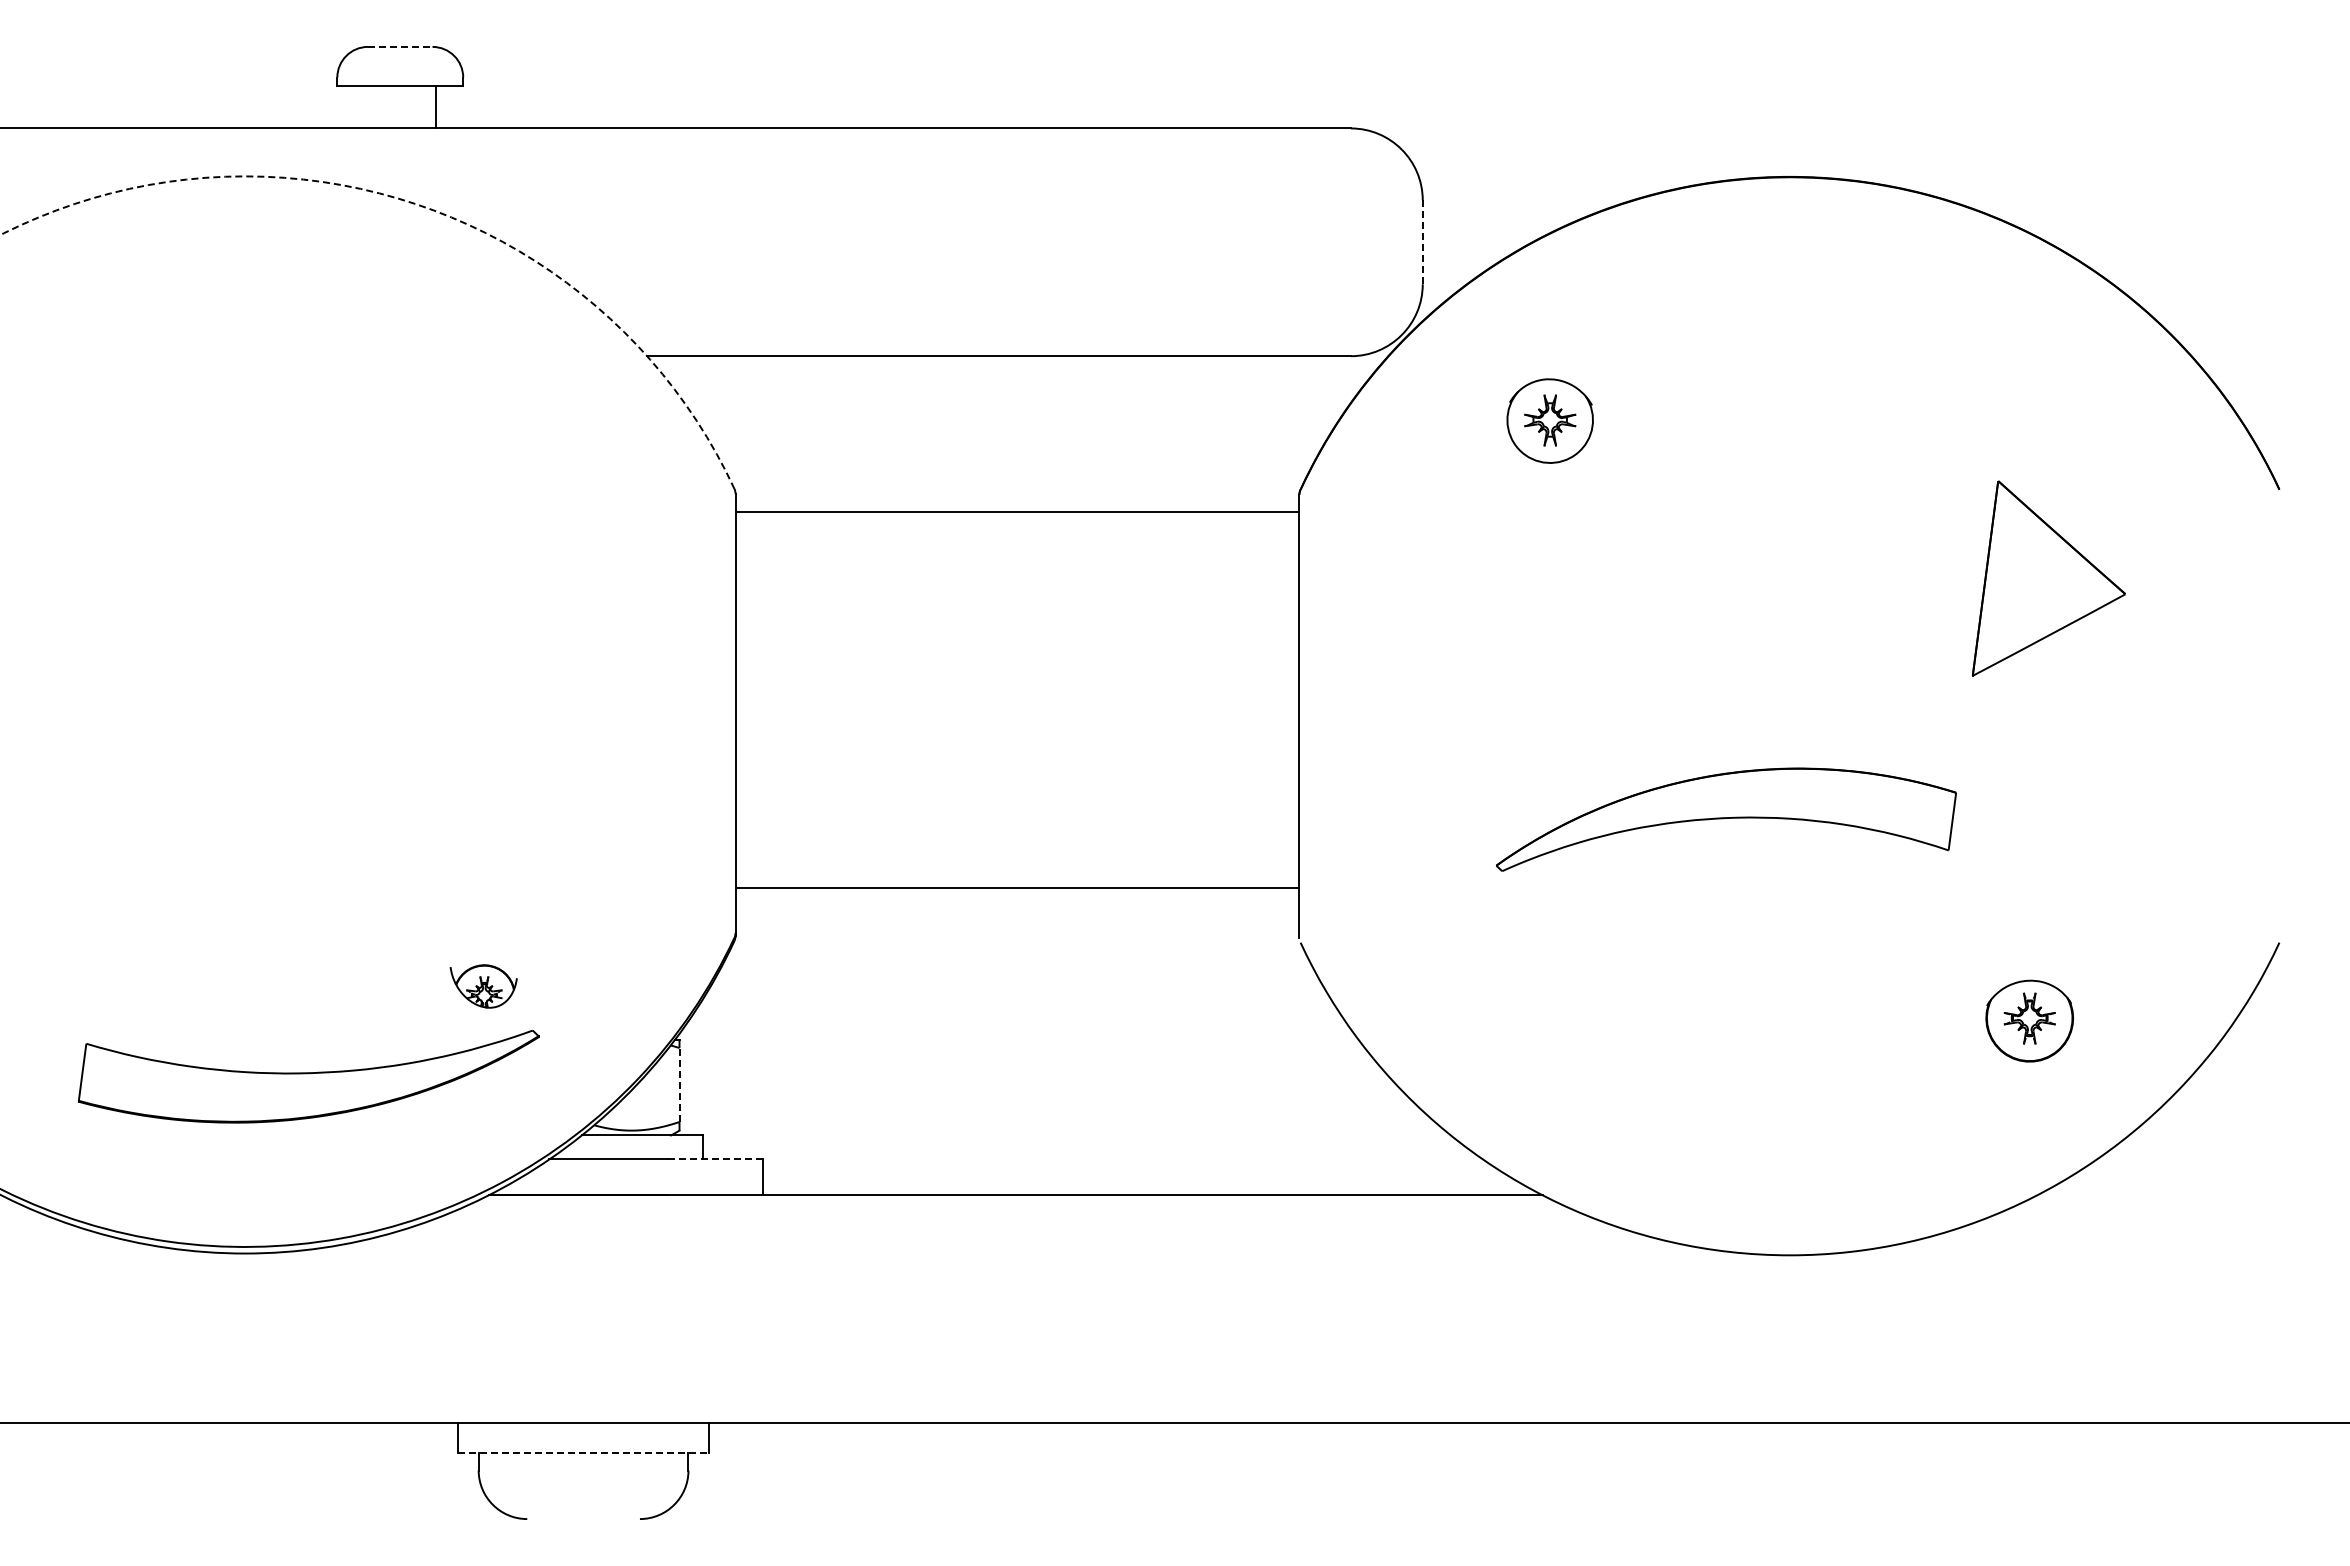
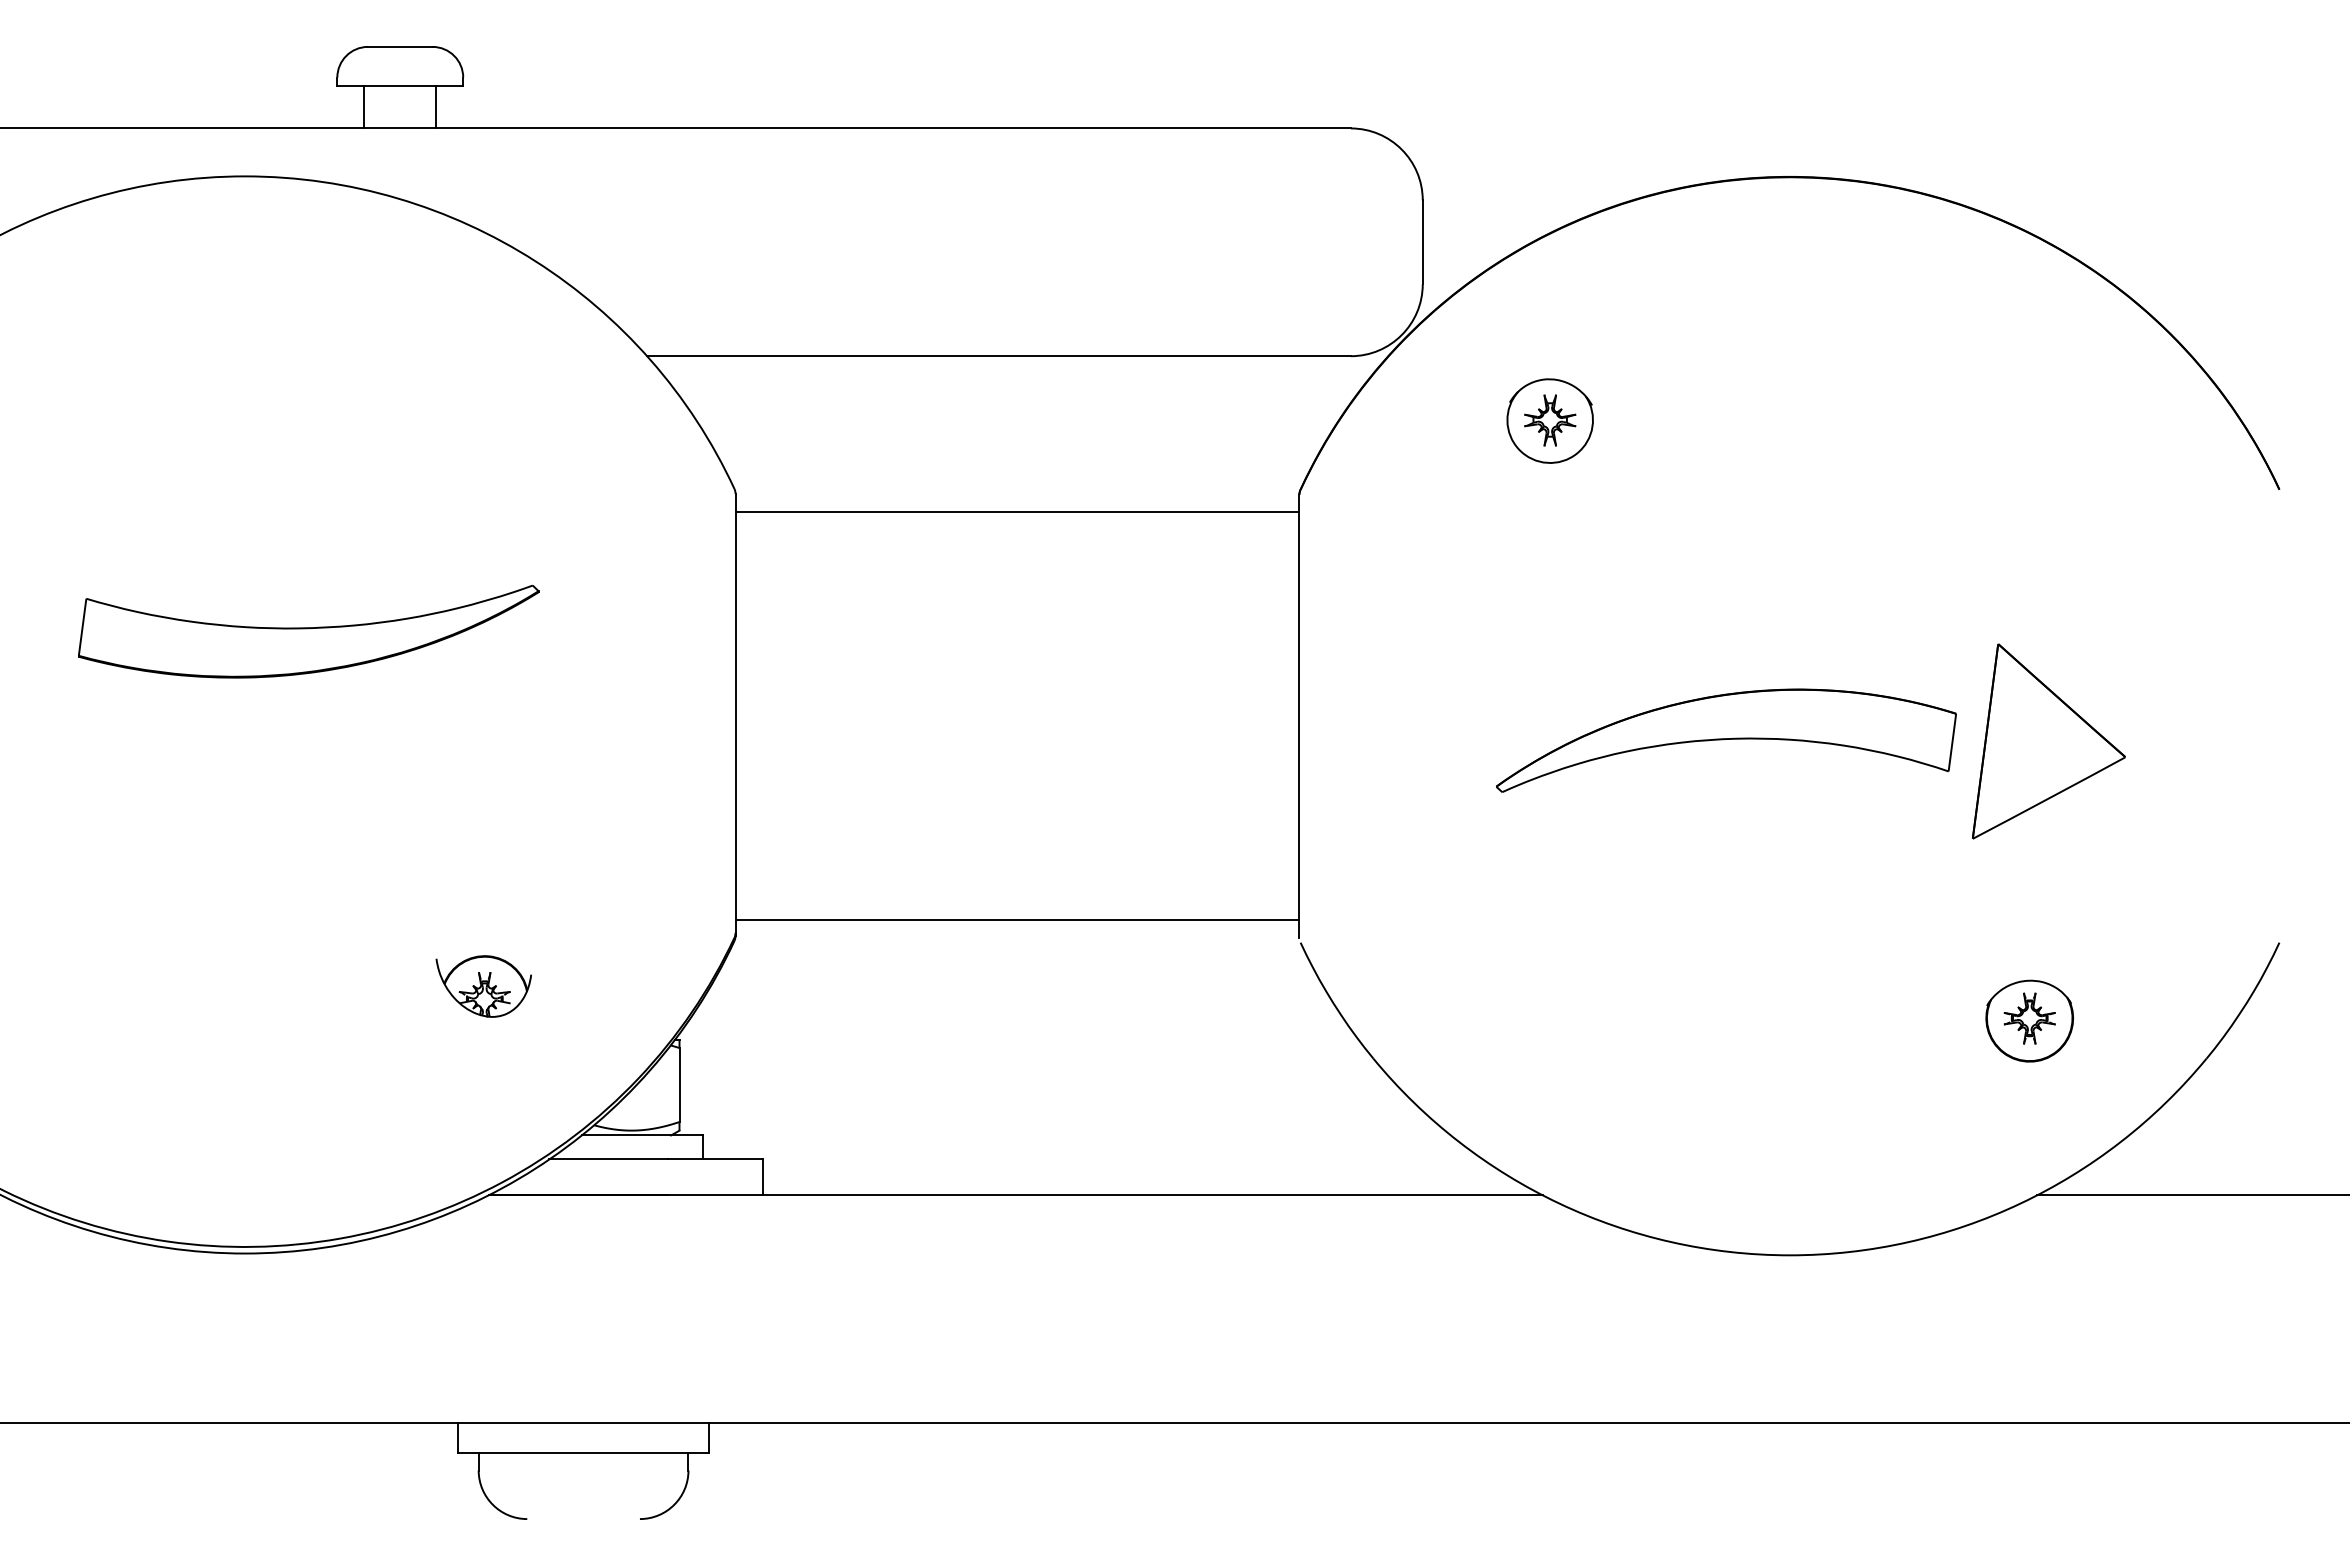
line at (400, 46): dashed -> solid
line at (364, 107): none -> present
arc at (418, 205): dashed -> solid
line at (1422, 242): dashed -> solid
part at (2048, 578) position: (2048, 578) -> (2048, 741)
part at (1726, 819) position: (1726, 819) -> (1726, 740)
line at (1017, 887) position: (1017, 887) -> (1017, 919)
part at (483, 986) size: 69x45 px -> 97x63 px
part at (308, 1076) position: (308, 1076) -> (308, 631)
line at (679, 1085): dashed -> solid
line at (715, 1159): dashed -> solid
line at (2191, 1195): none -> present
line at (583, 1453): dashed -> solid
